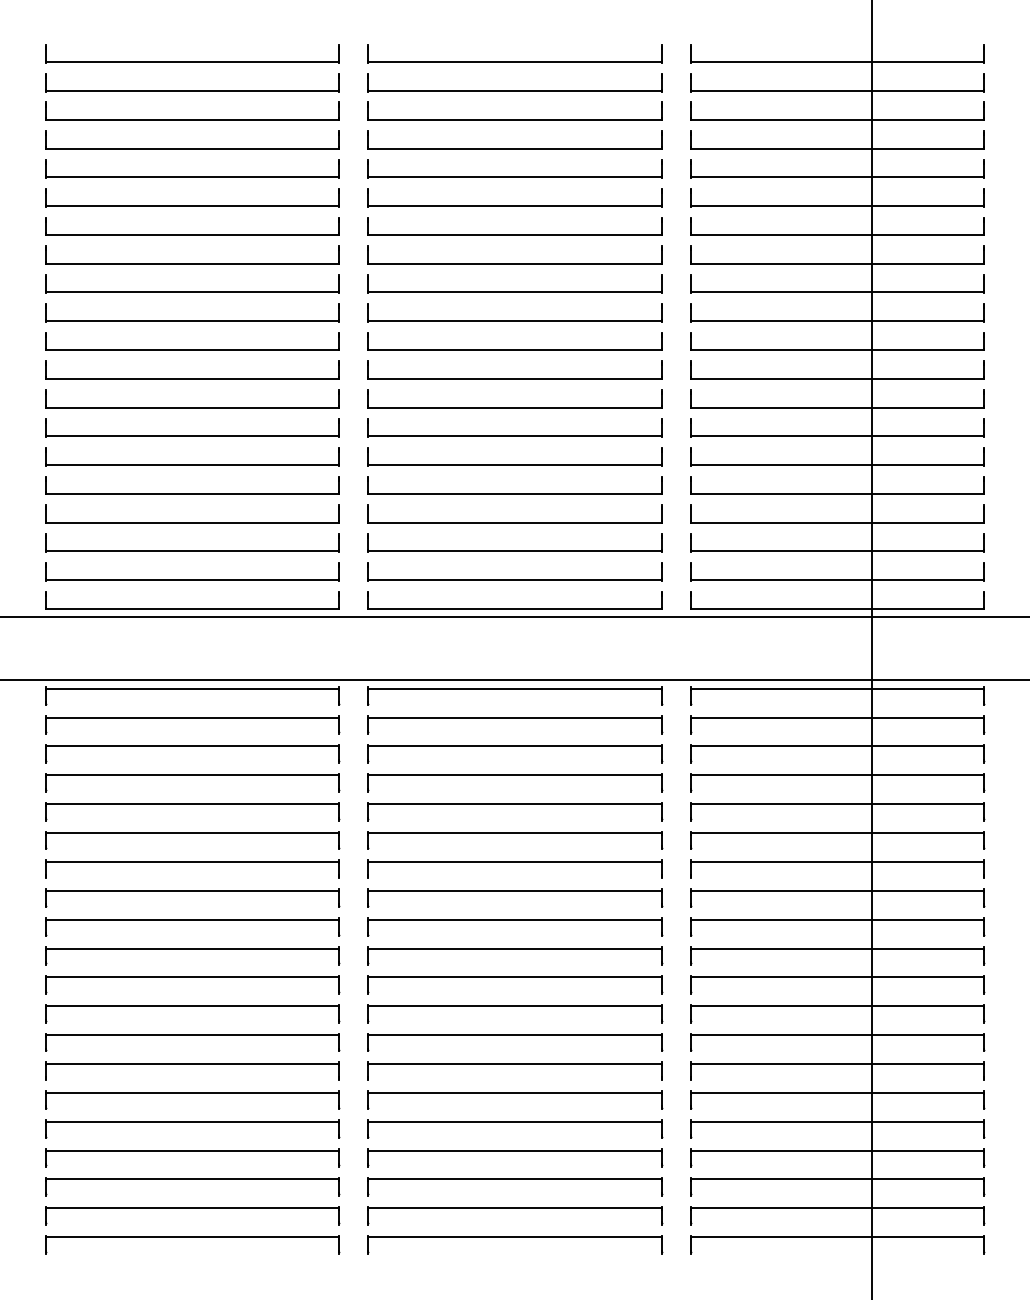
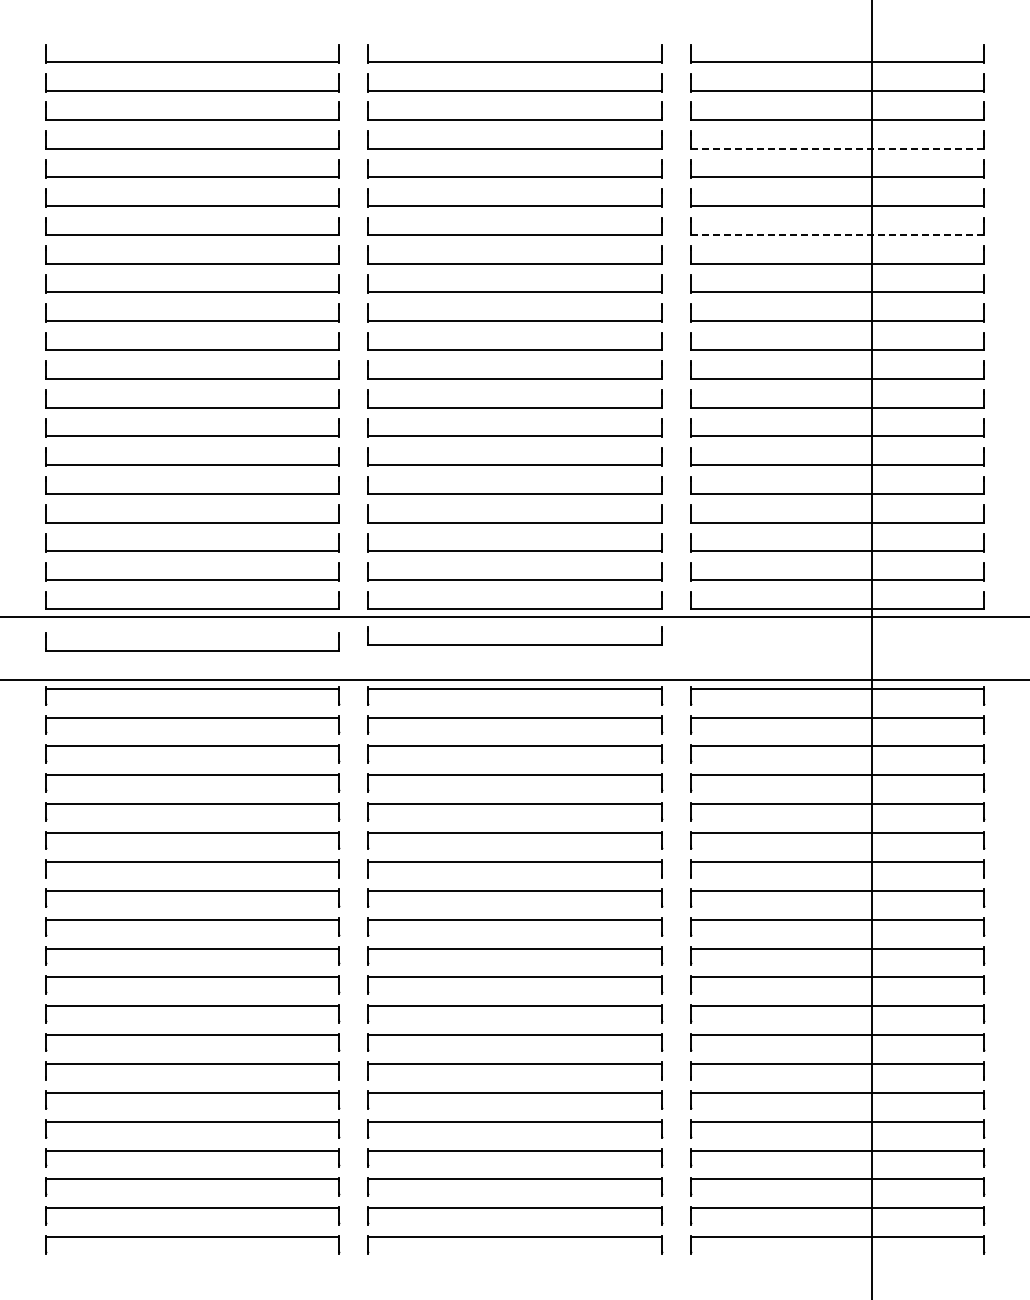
line at (837, 148): solid -> dashed
line at (837, 234): solid -> dashed
part at (514, 644): none -> present
part at (192, 650): none -> present
